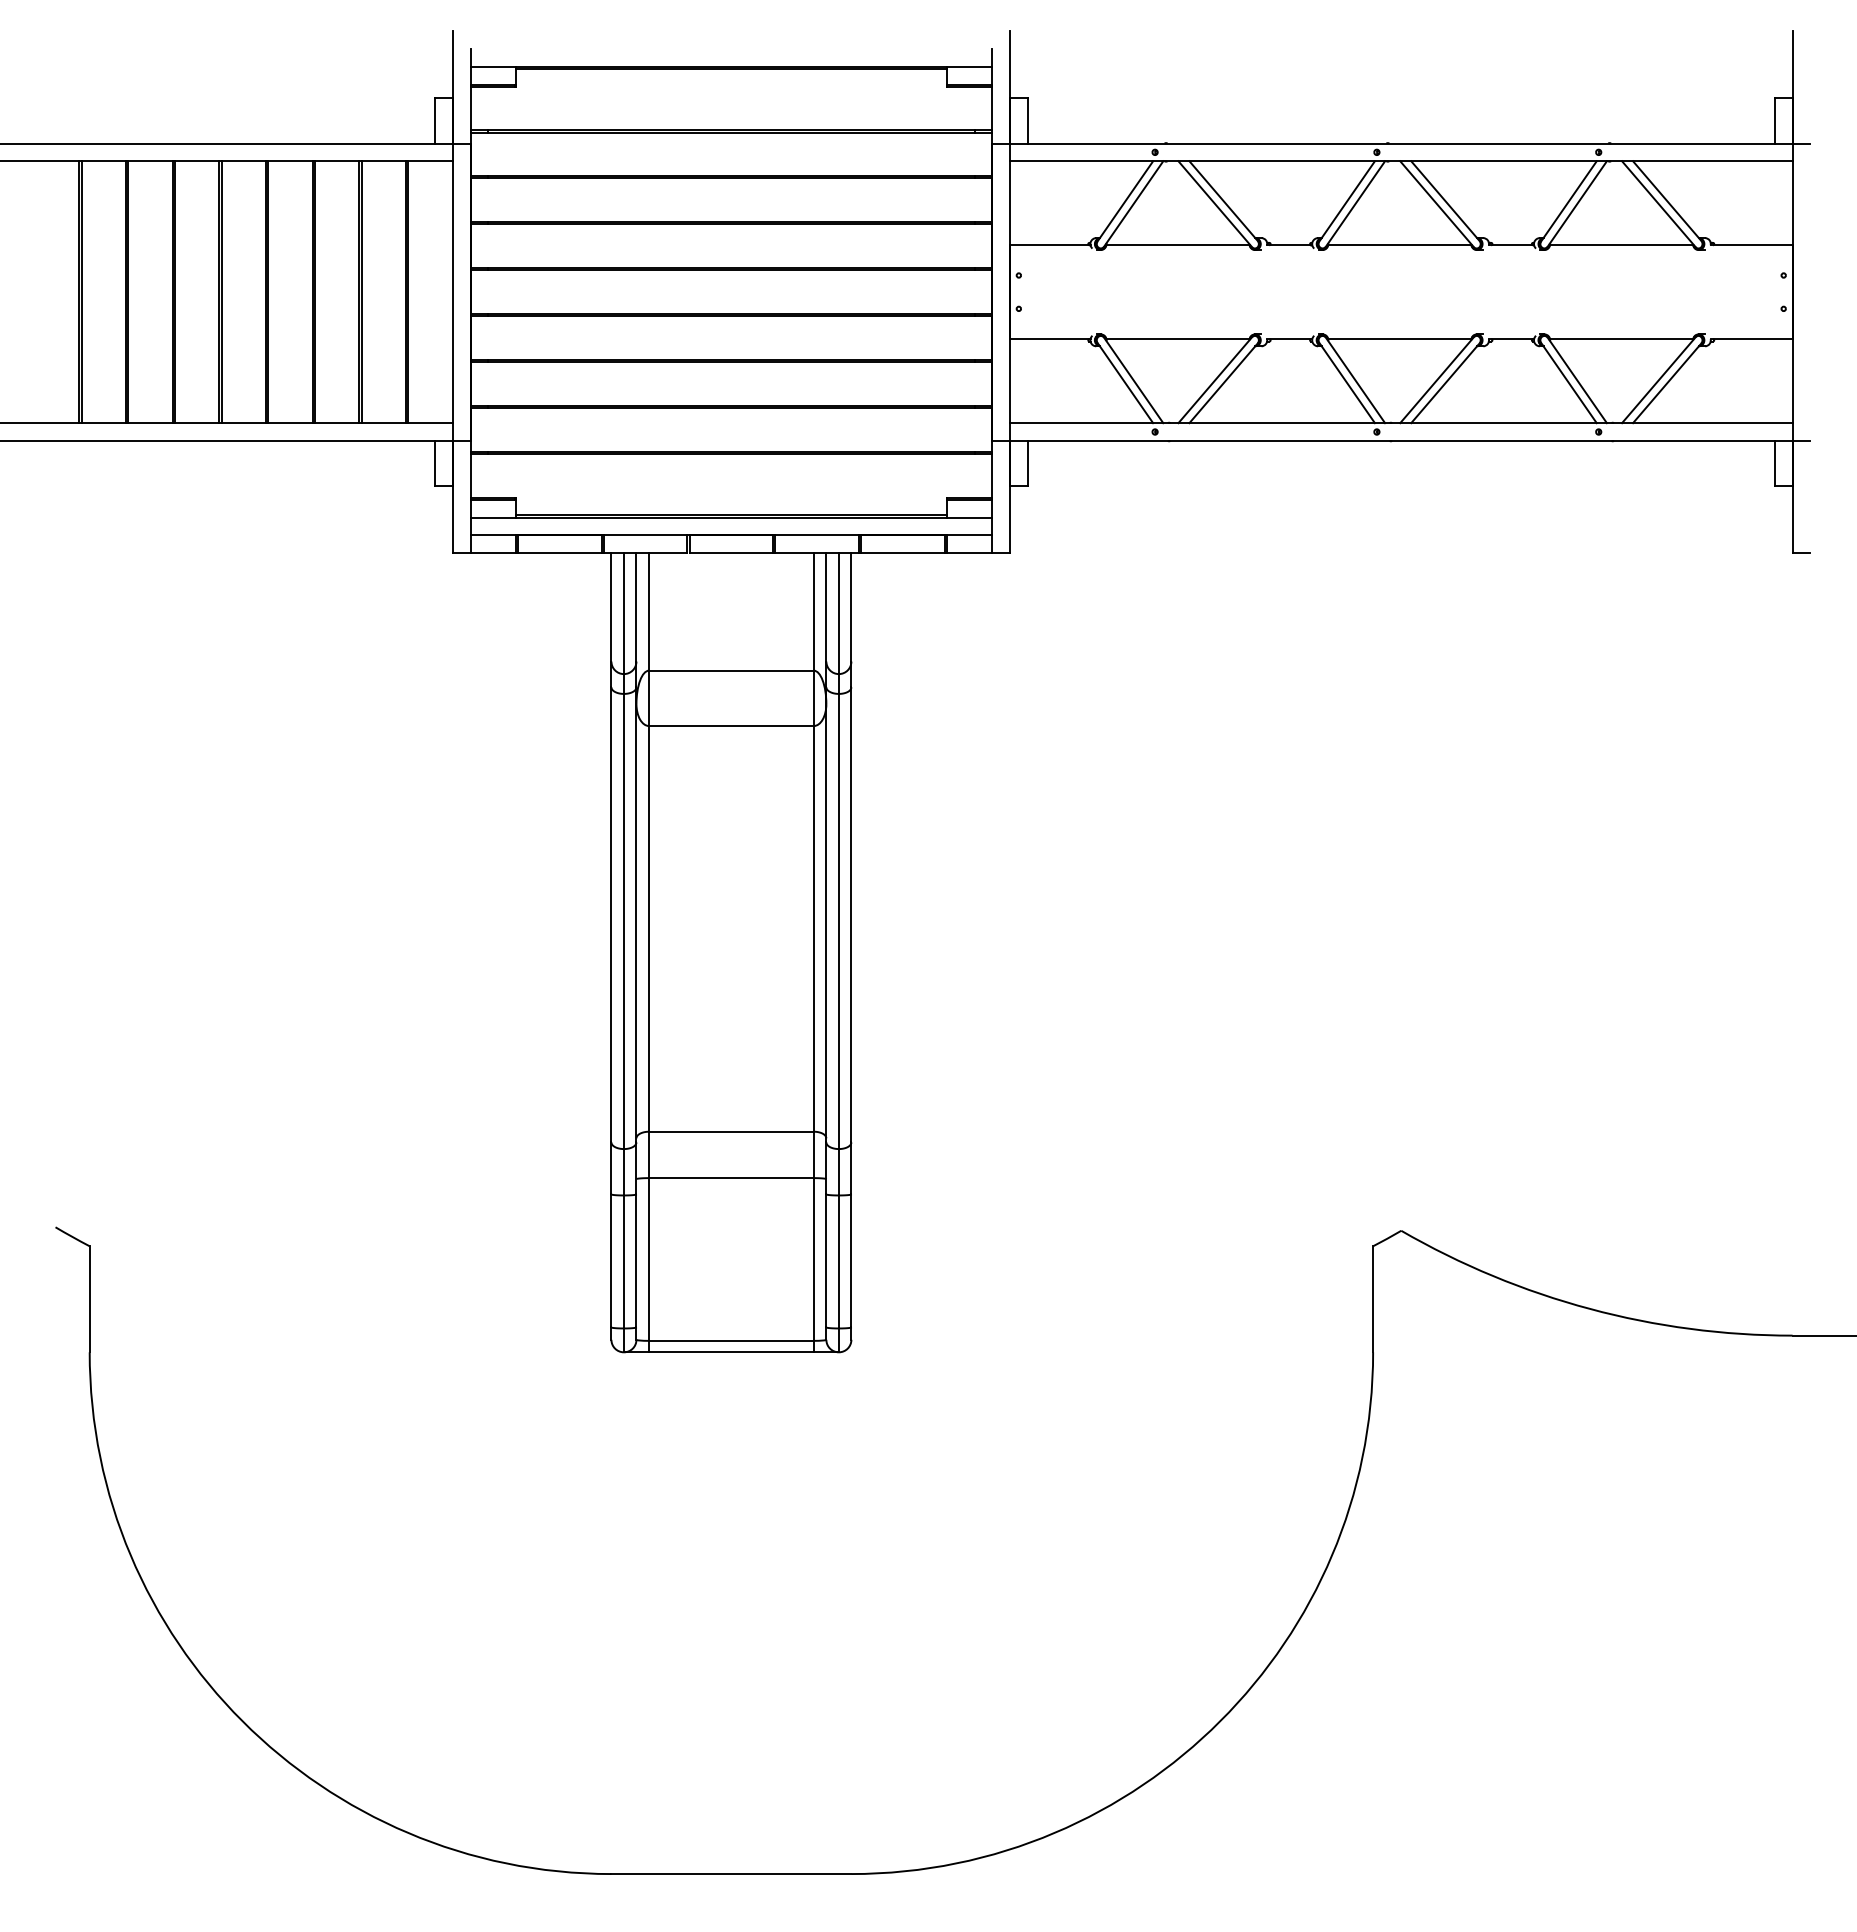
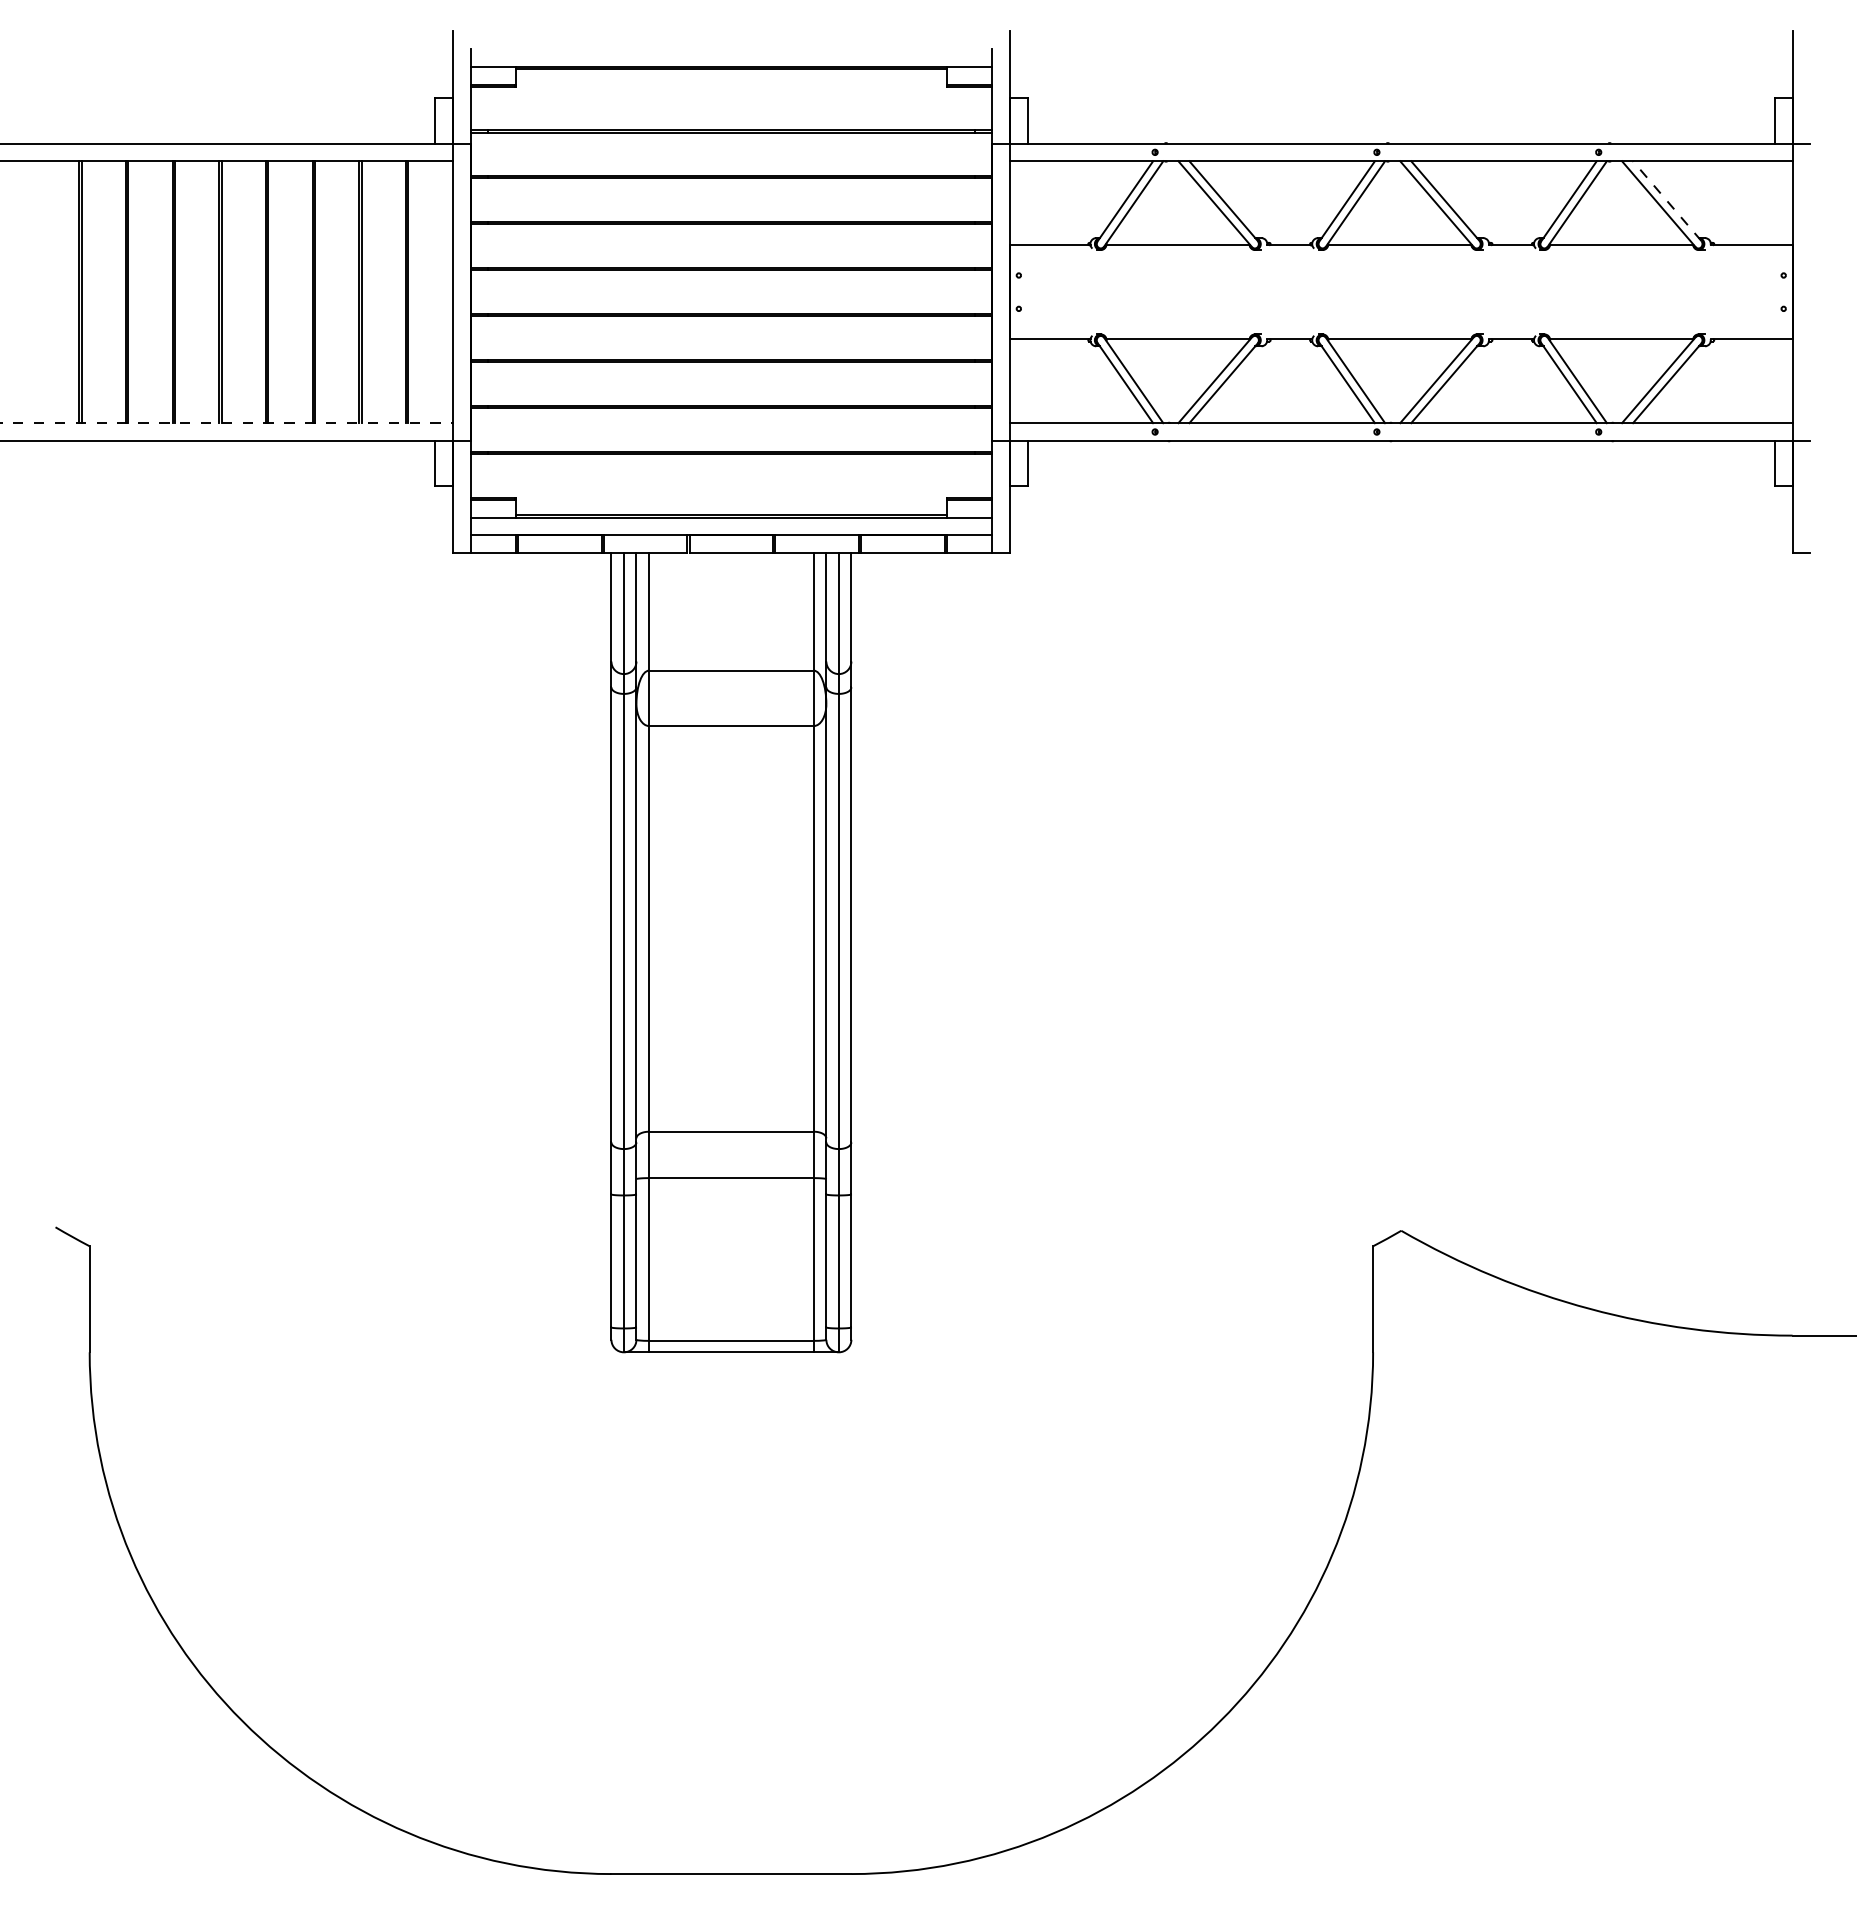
line at (1667, 201): solid -> dashed
line at (226, 423): solid -> dashed
